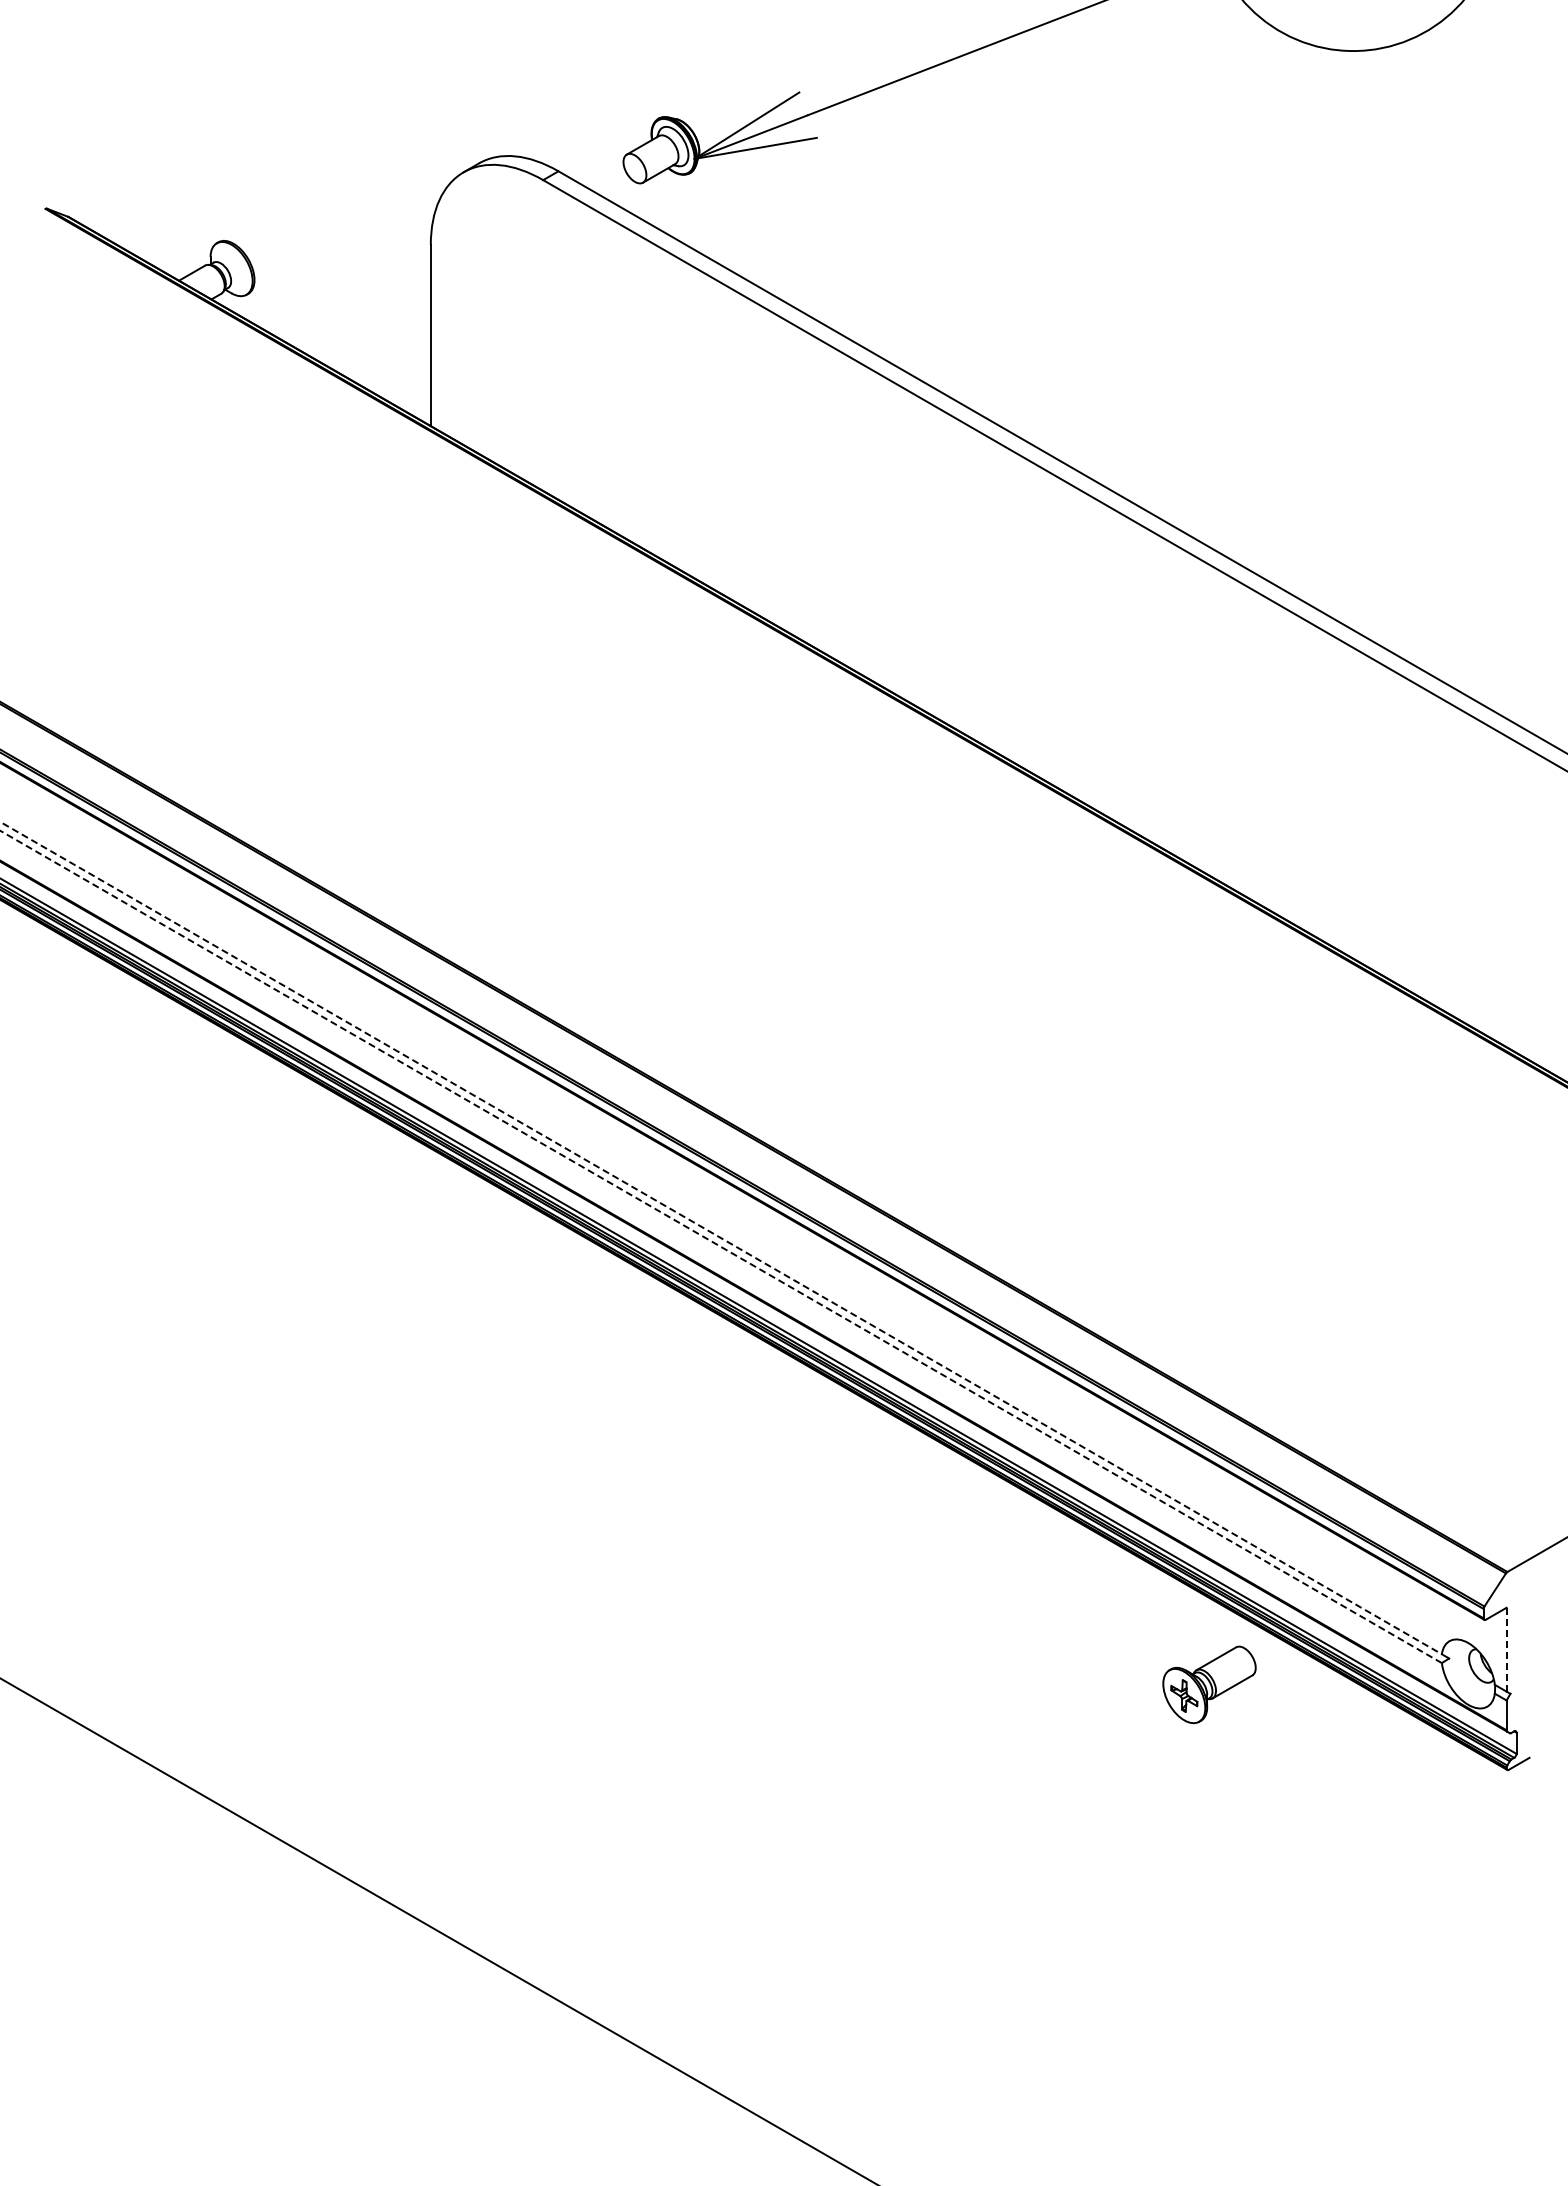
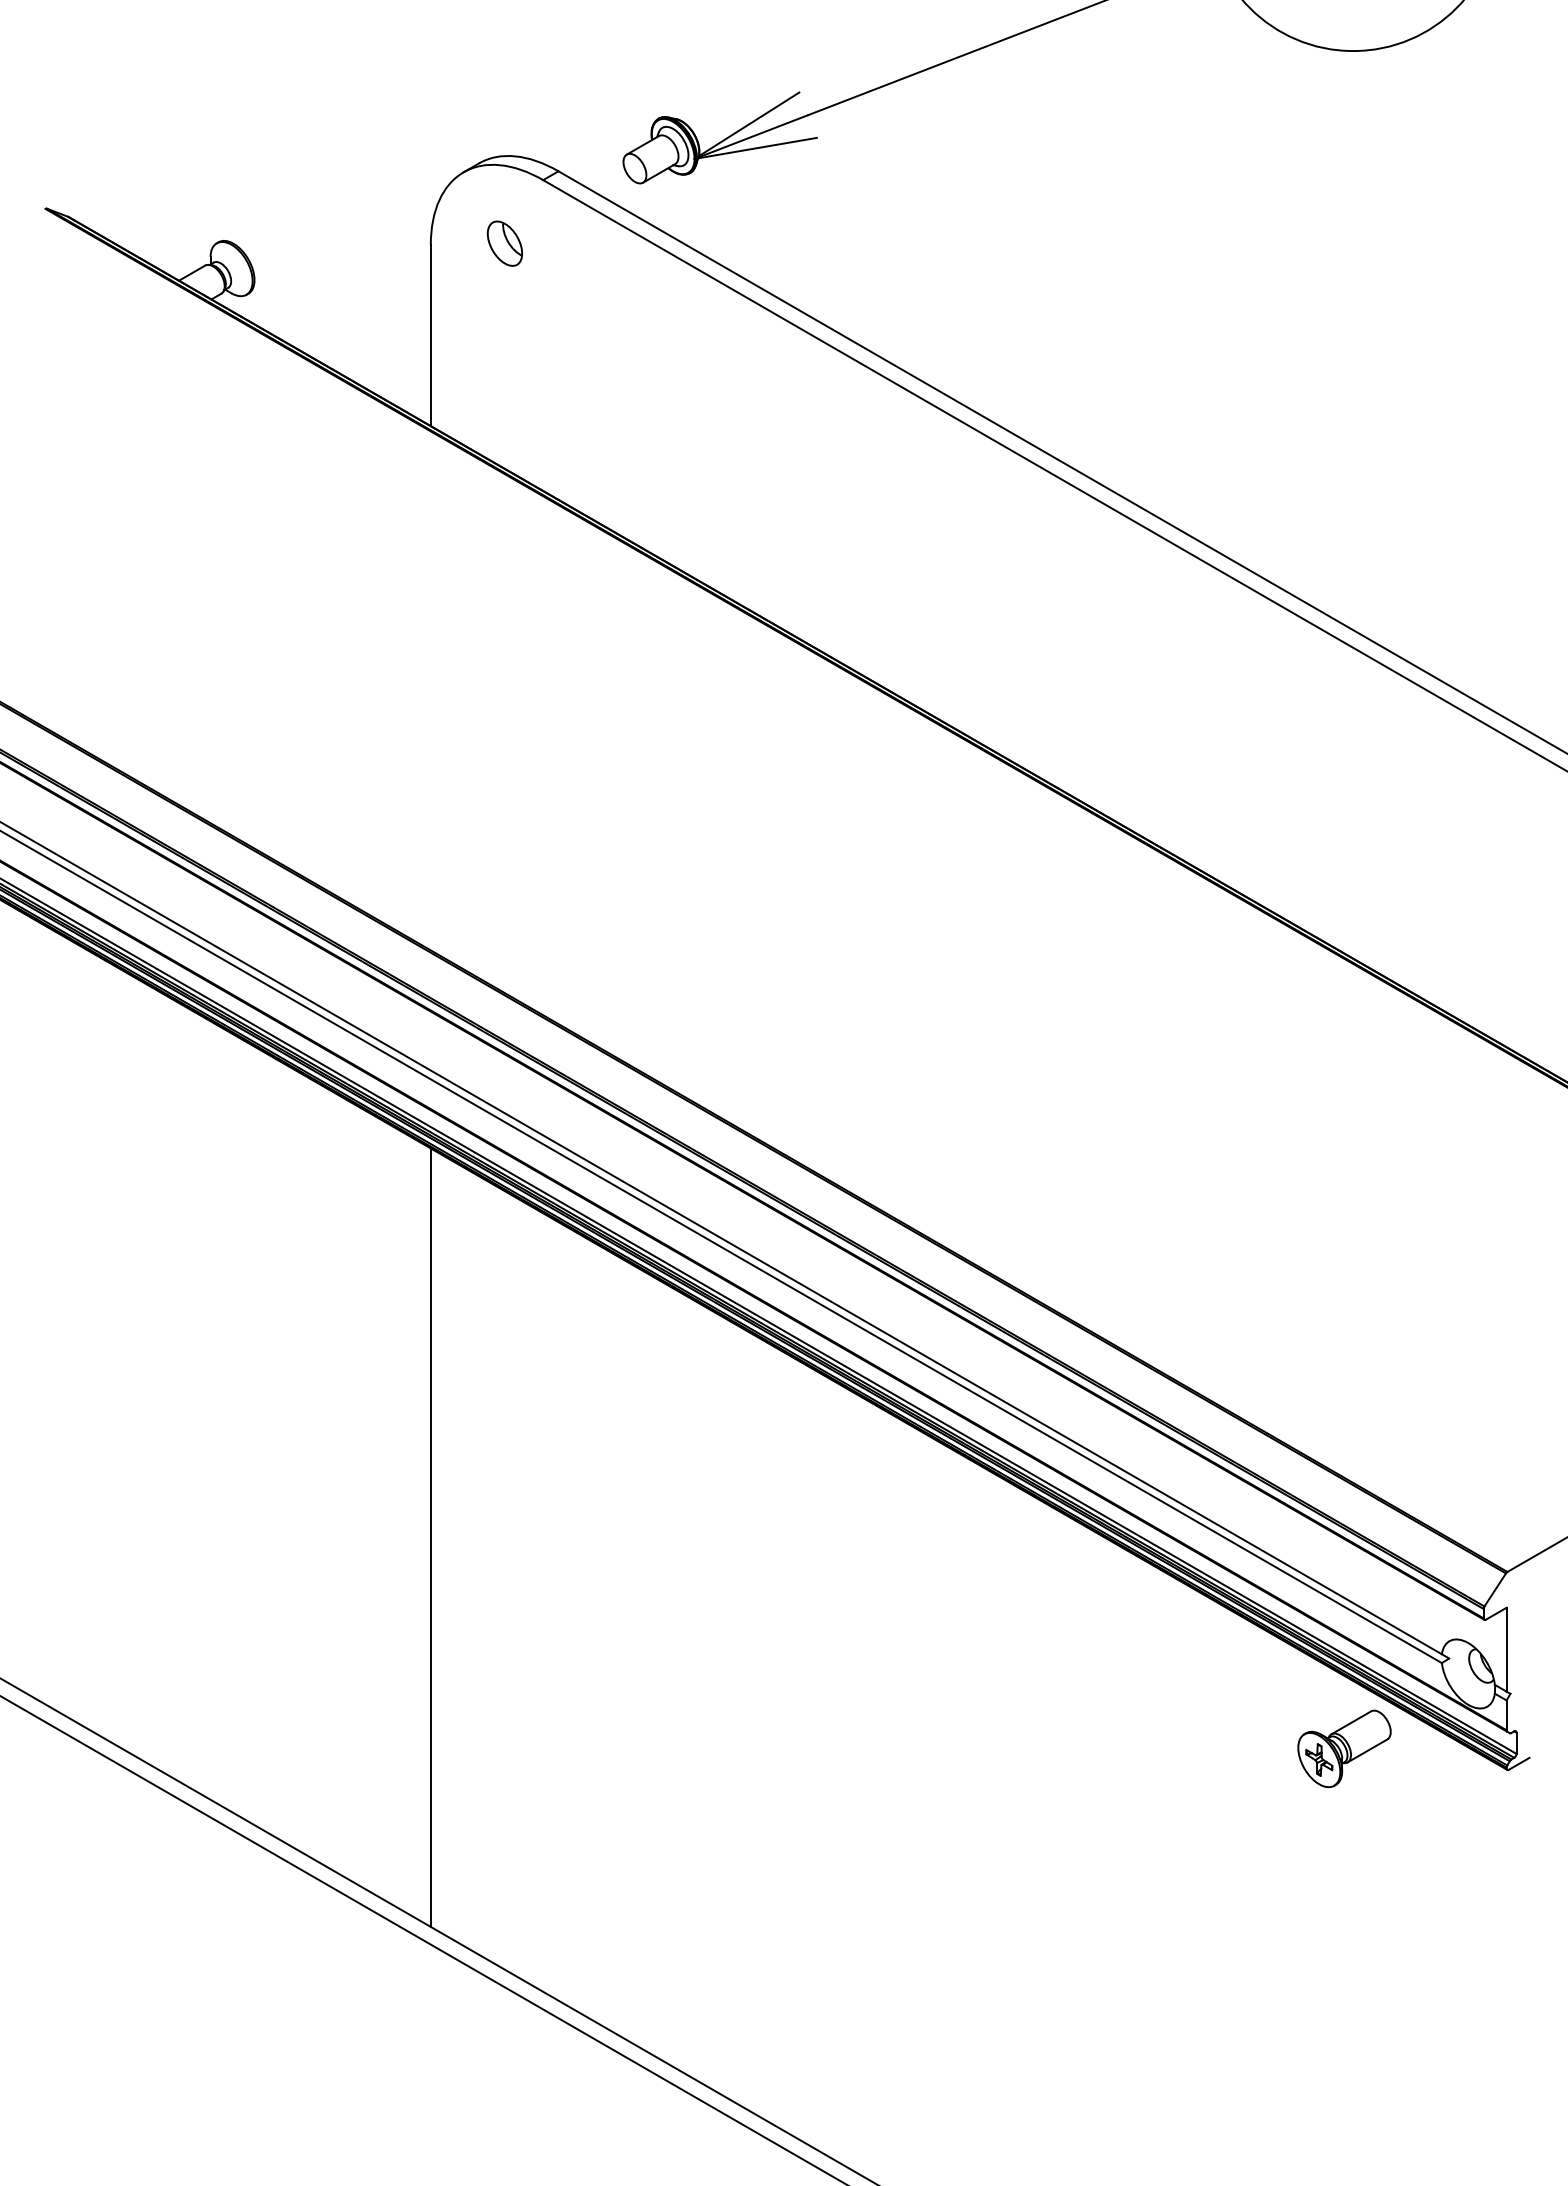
part at (504, 243): none -> present
line at (721, 1238): dashed -> solid
line at (720, 1246): dashed -> solid
line at (430, 1537): none -> present
line at (1506, 1649): dashed -> solid
part at (1209, 1684) position: (1209, 1684) -> (1344, 1748)
line at (422, 1939): none -> present
